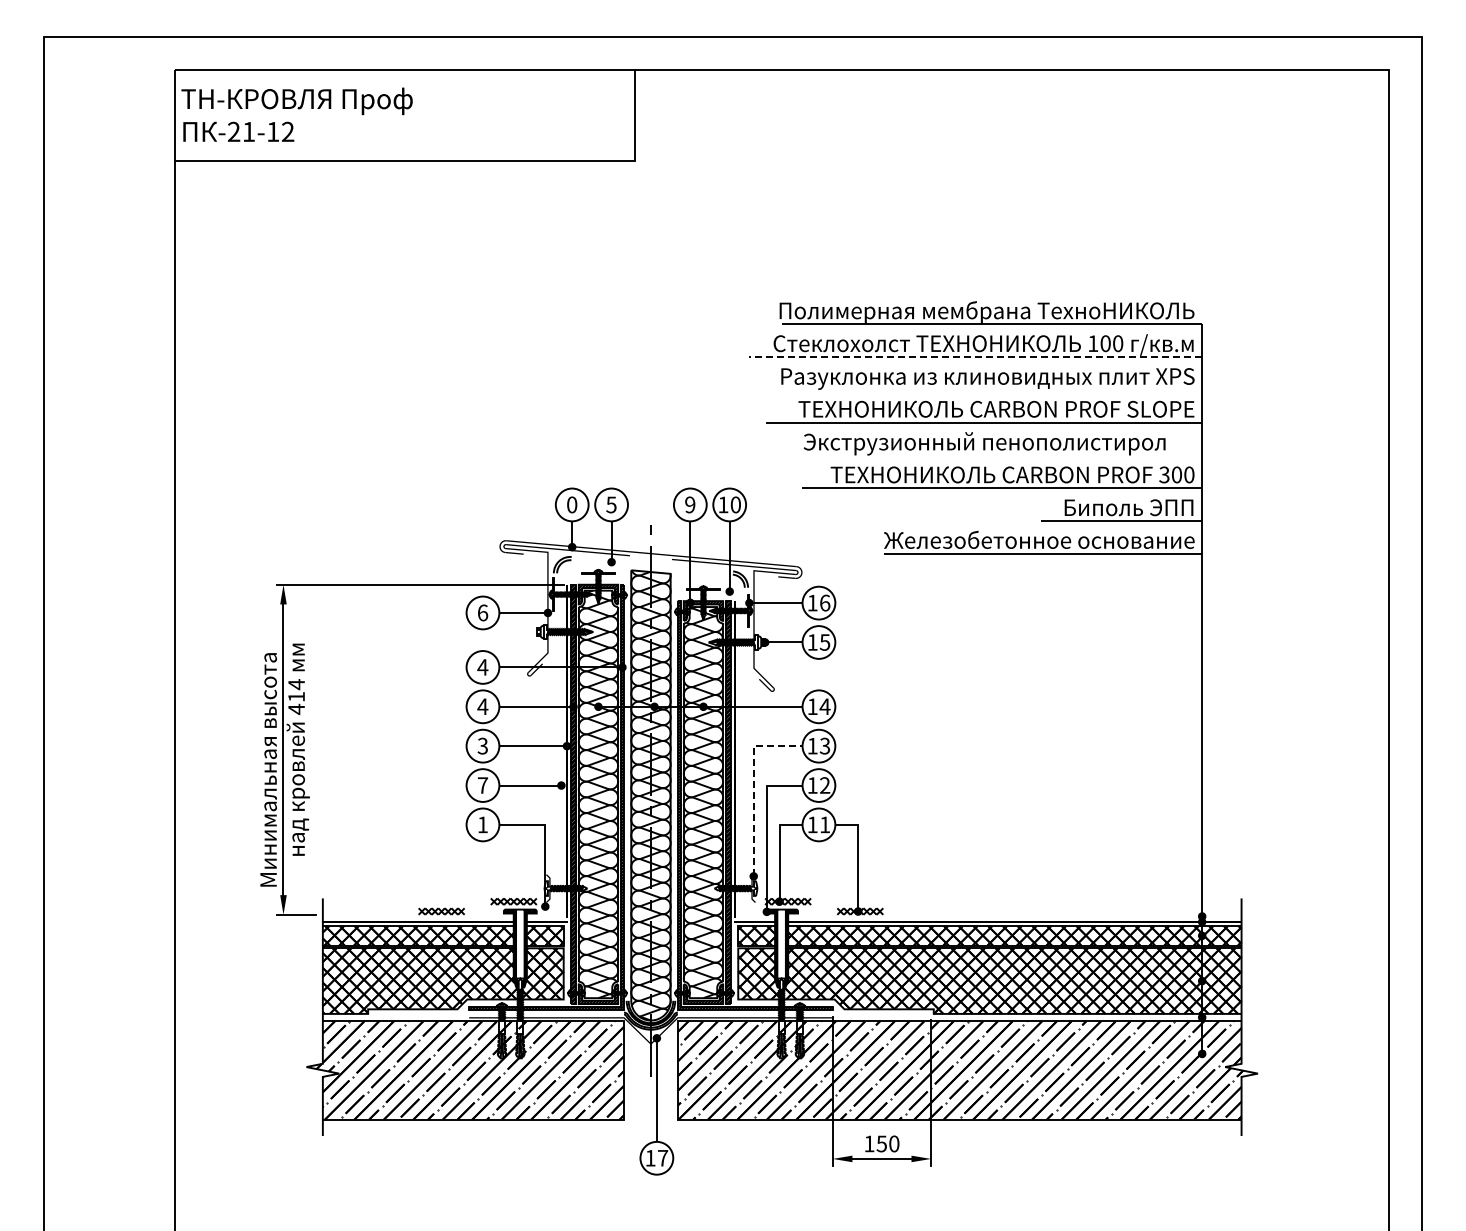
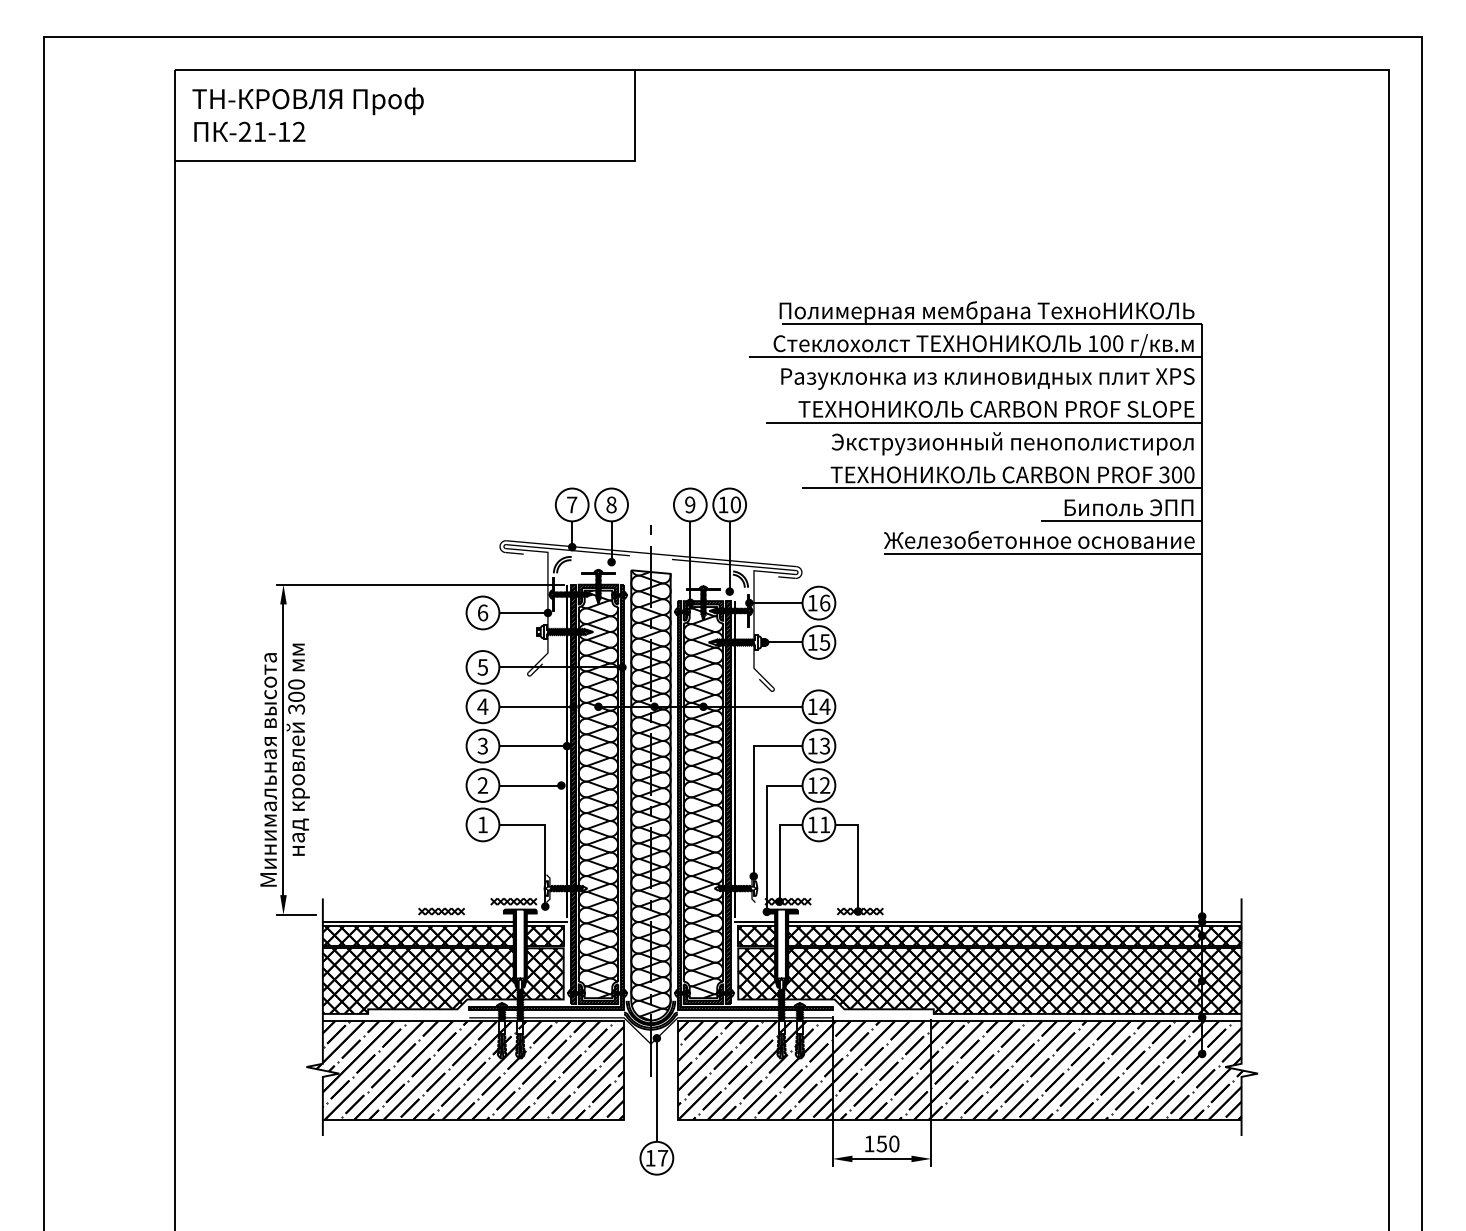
text at (296, 114) position: (296, 114) -> (307, 114)
line at (975, 357): dashed -> solid
text at (984, 443) position: (984, 443) -> (1012, 443)
text at (572, 504): 0 -> 7
text at (611, 504): 5 -> 8
text at (482, 667): 4 -> 5
text at (296, 697): 414 -> 300
text at (482, 785): 7 -> 2
line at (753, 785): dashed -> solid
